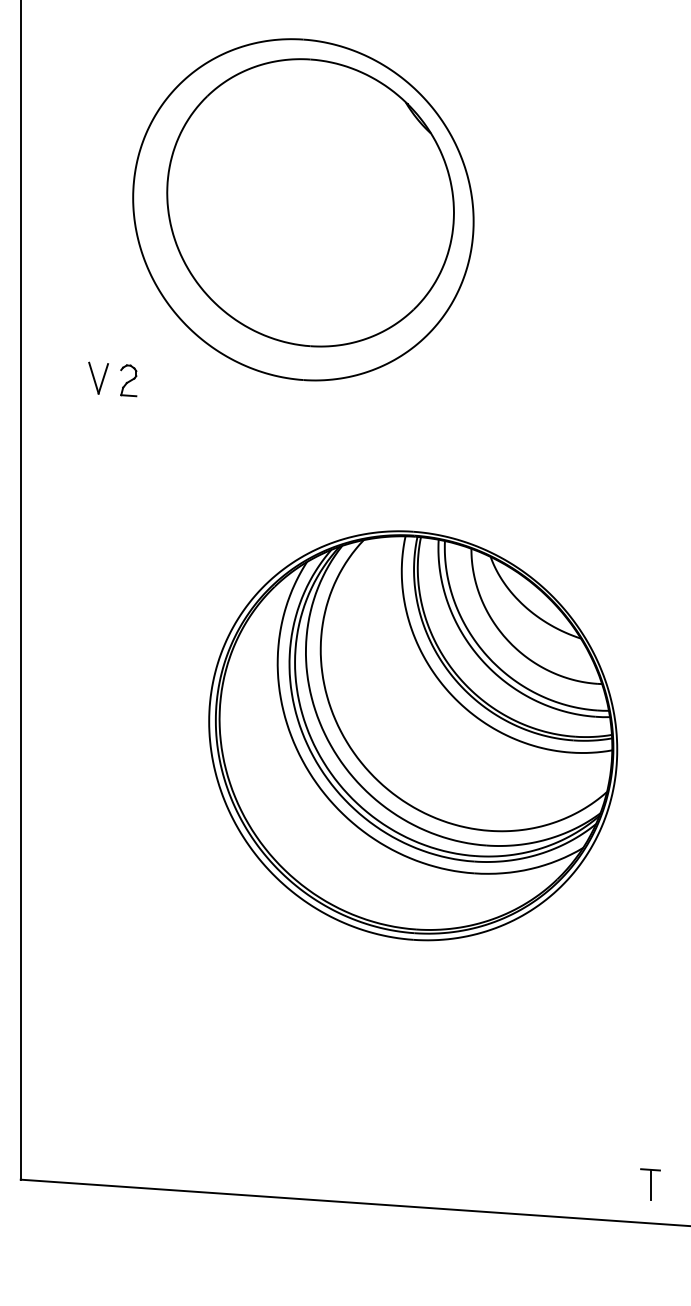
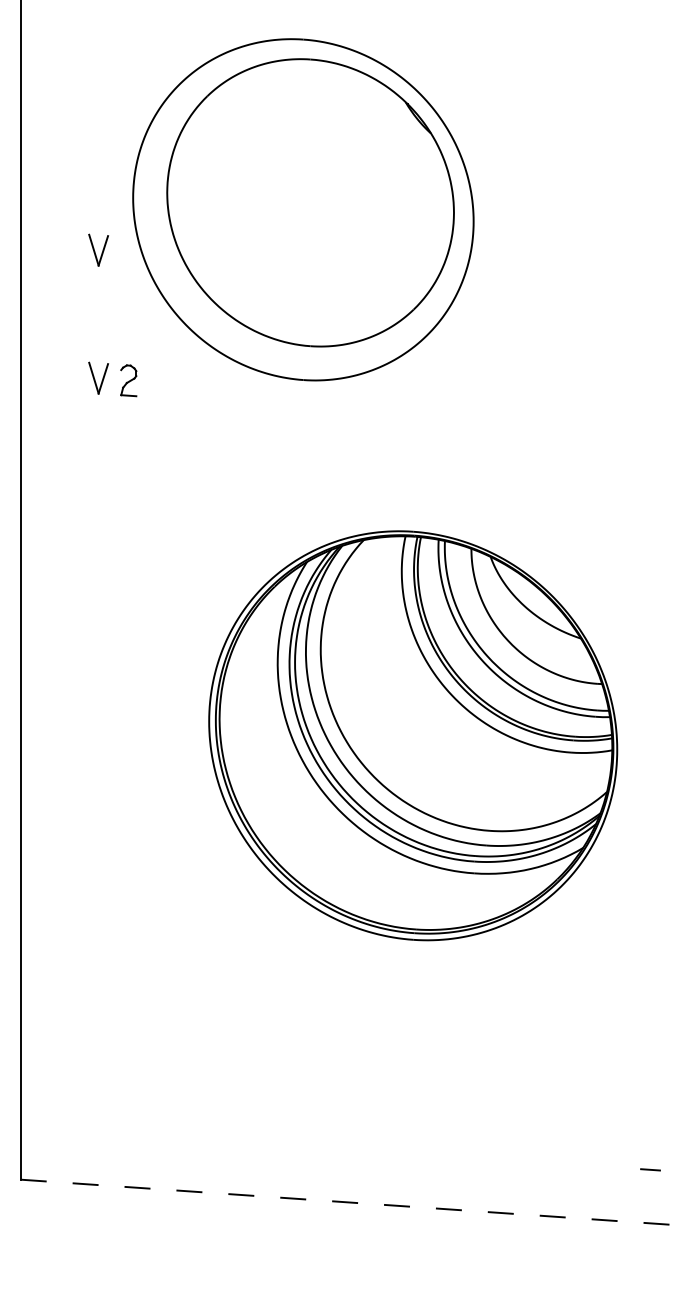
part at (98, 249): none -> present
line at (650, 1184): present -> none
line at (355, 1202): solid -> dashed
